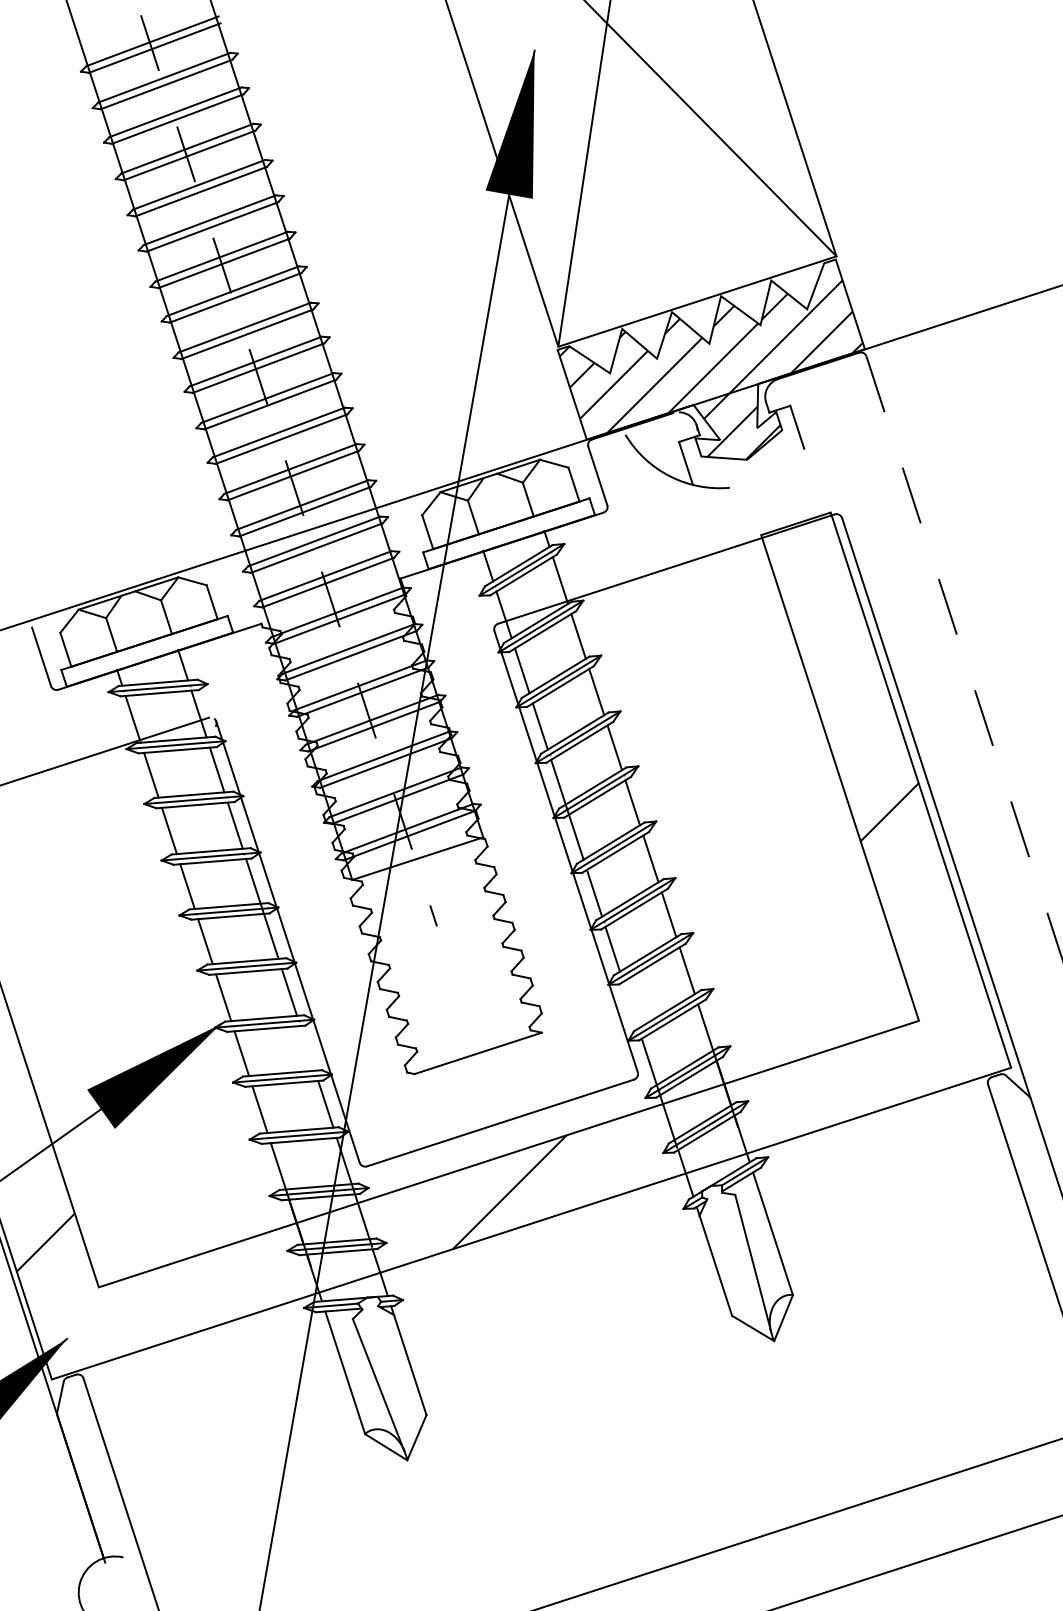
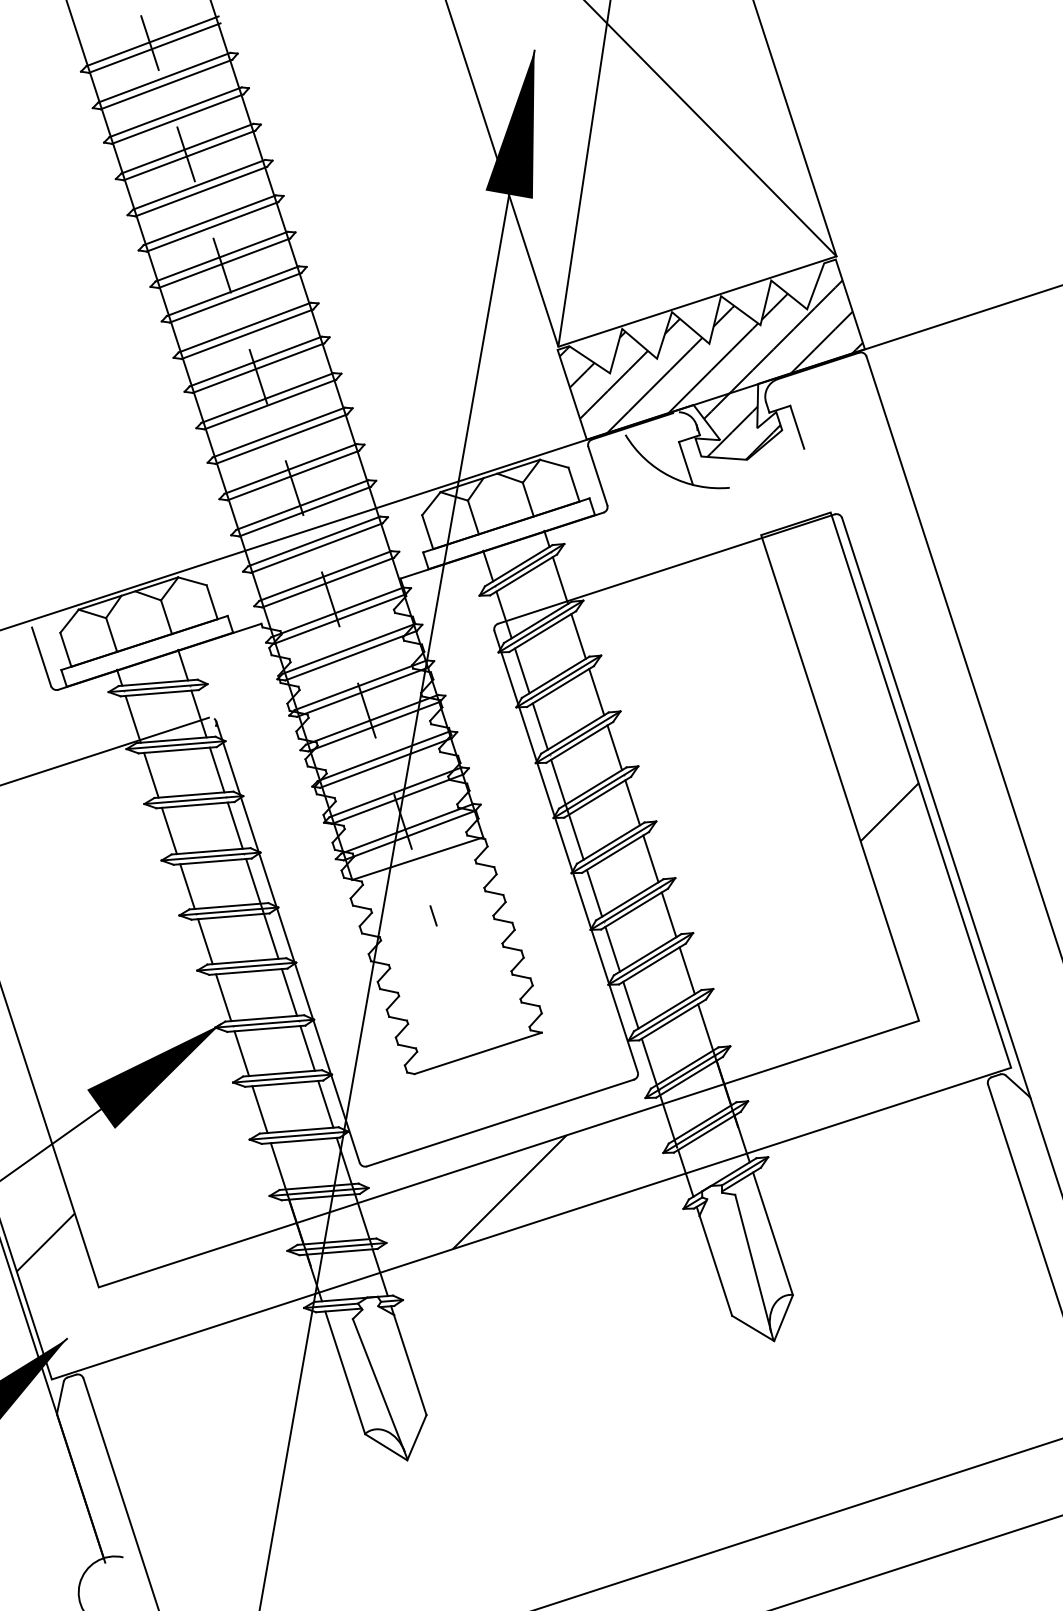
line at (964, 658): dashed -> solid
line at (630, 1004): none -> present
line at (307, 1048): none -> present
